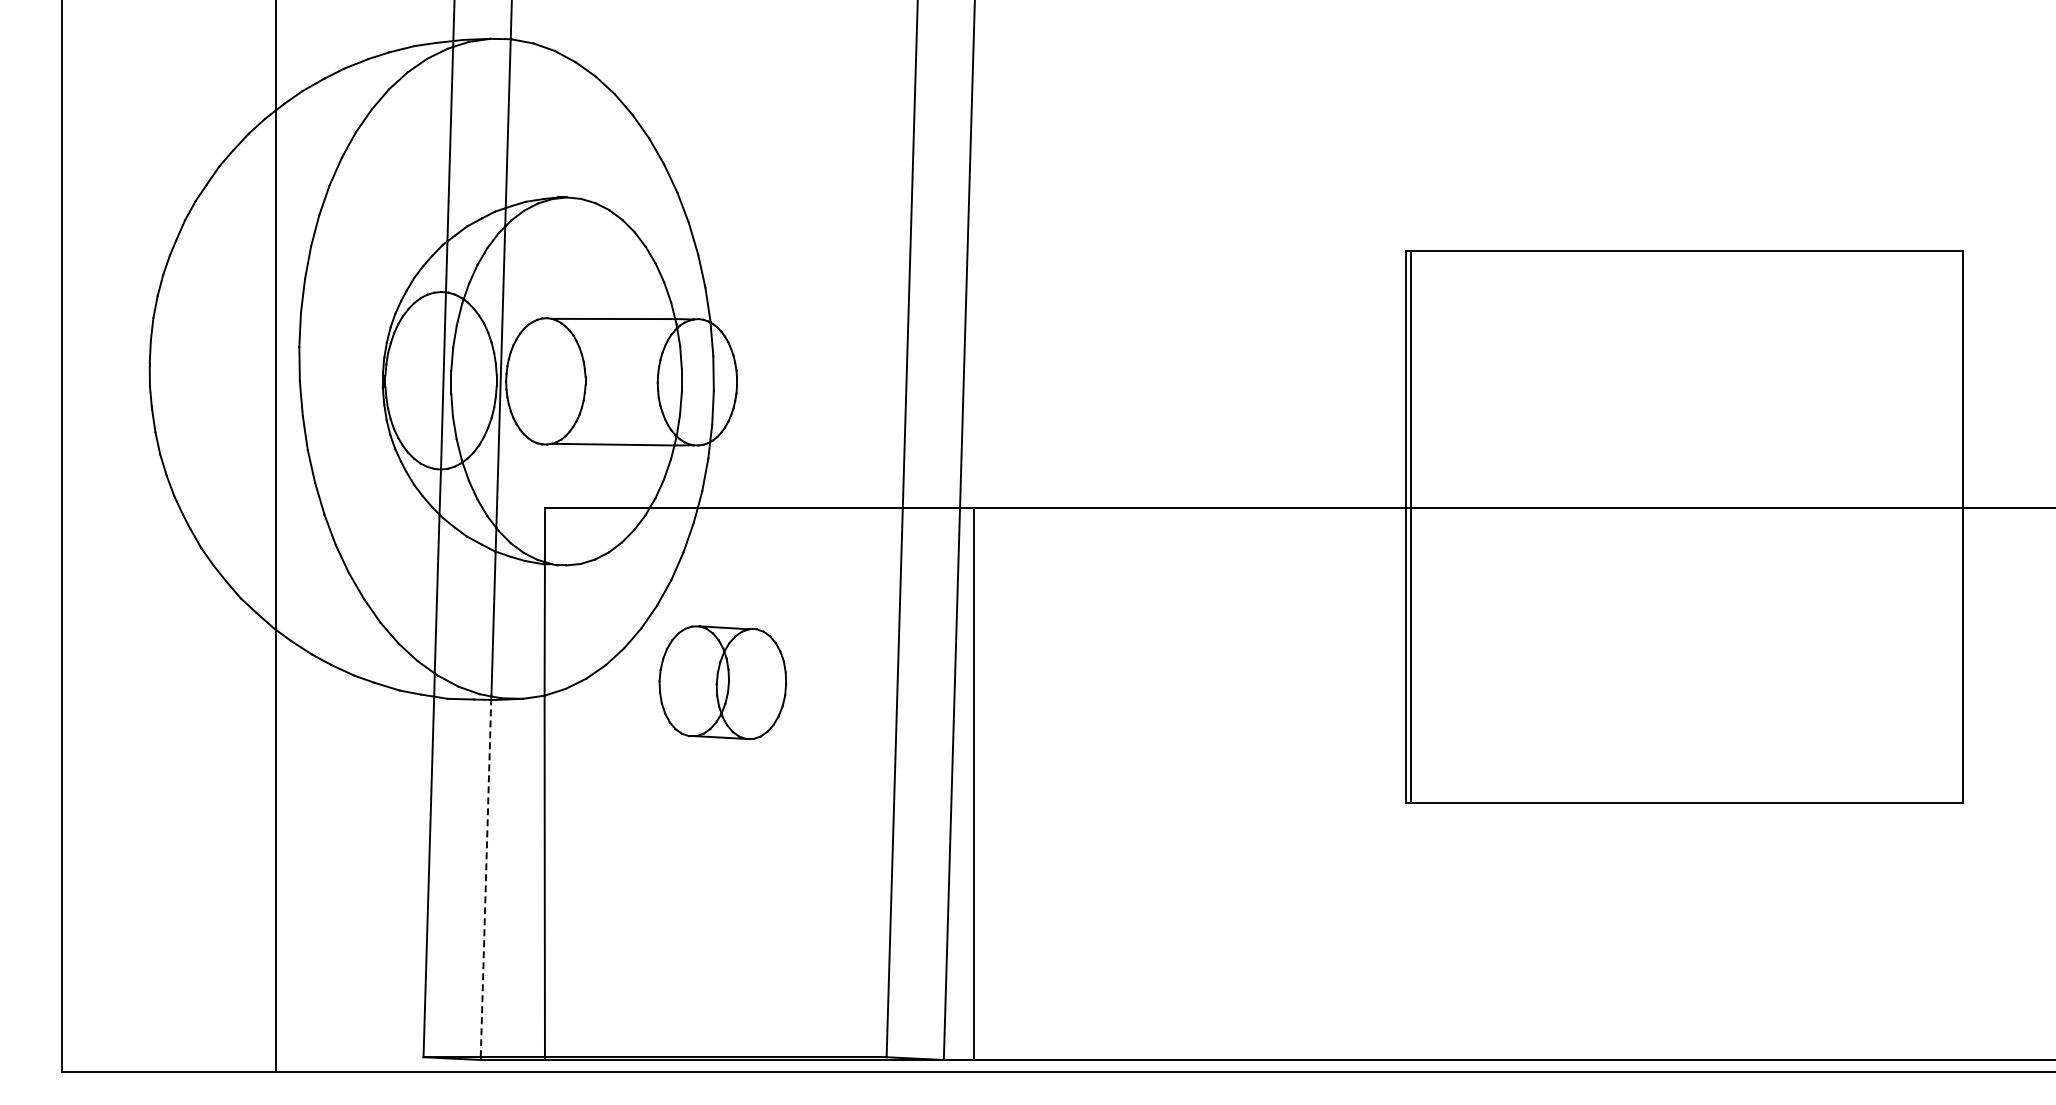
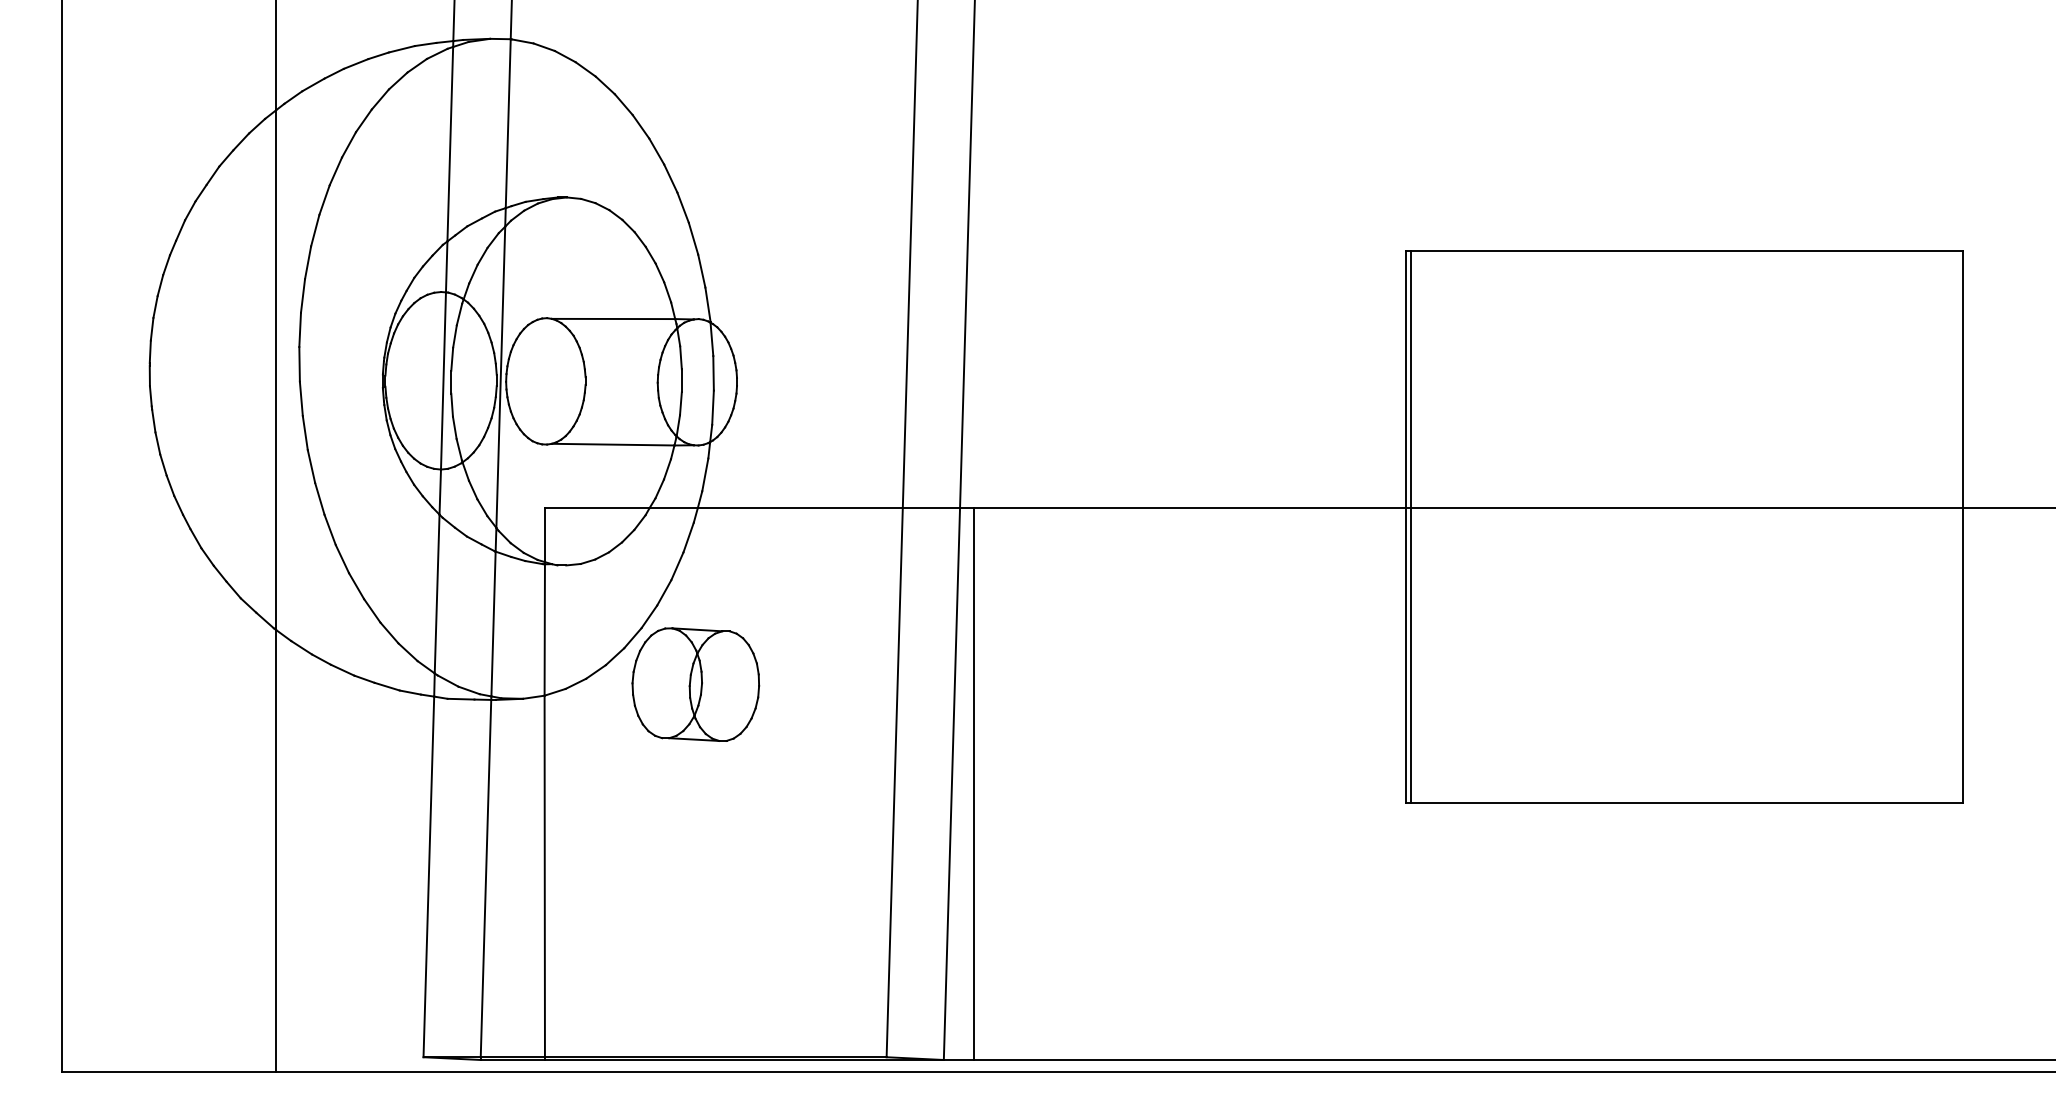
part at (722, 682) position: (722, 682) -> (695, 684)
line at (485, 878): dashed -> solid
